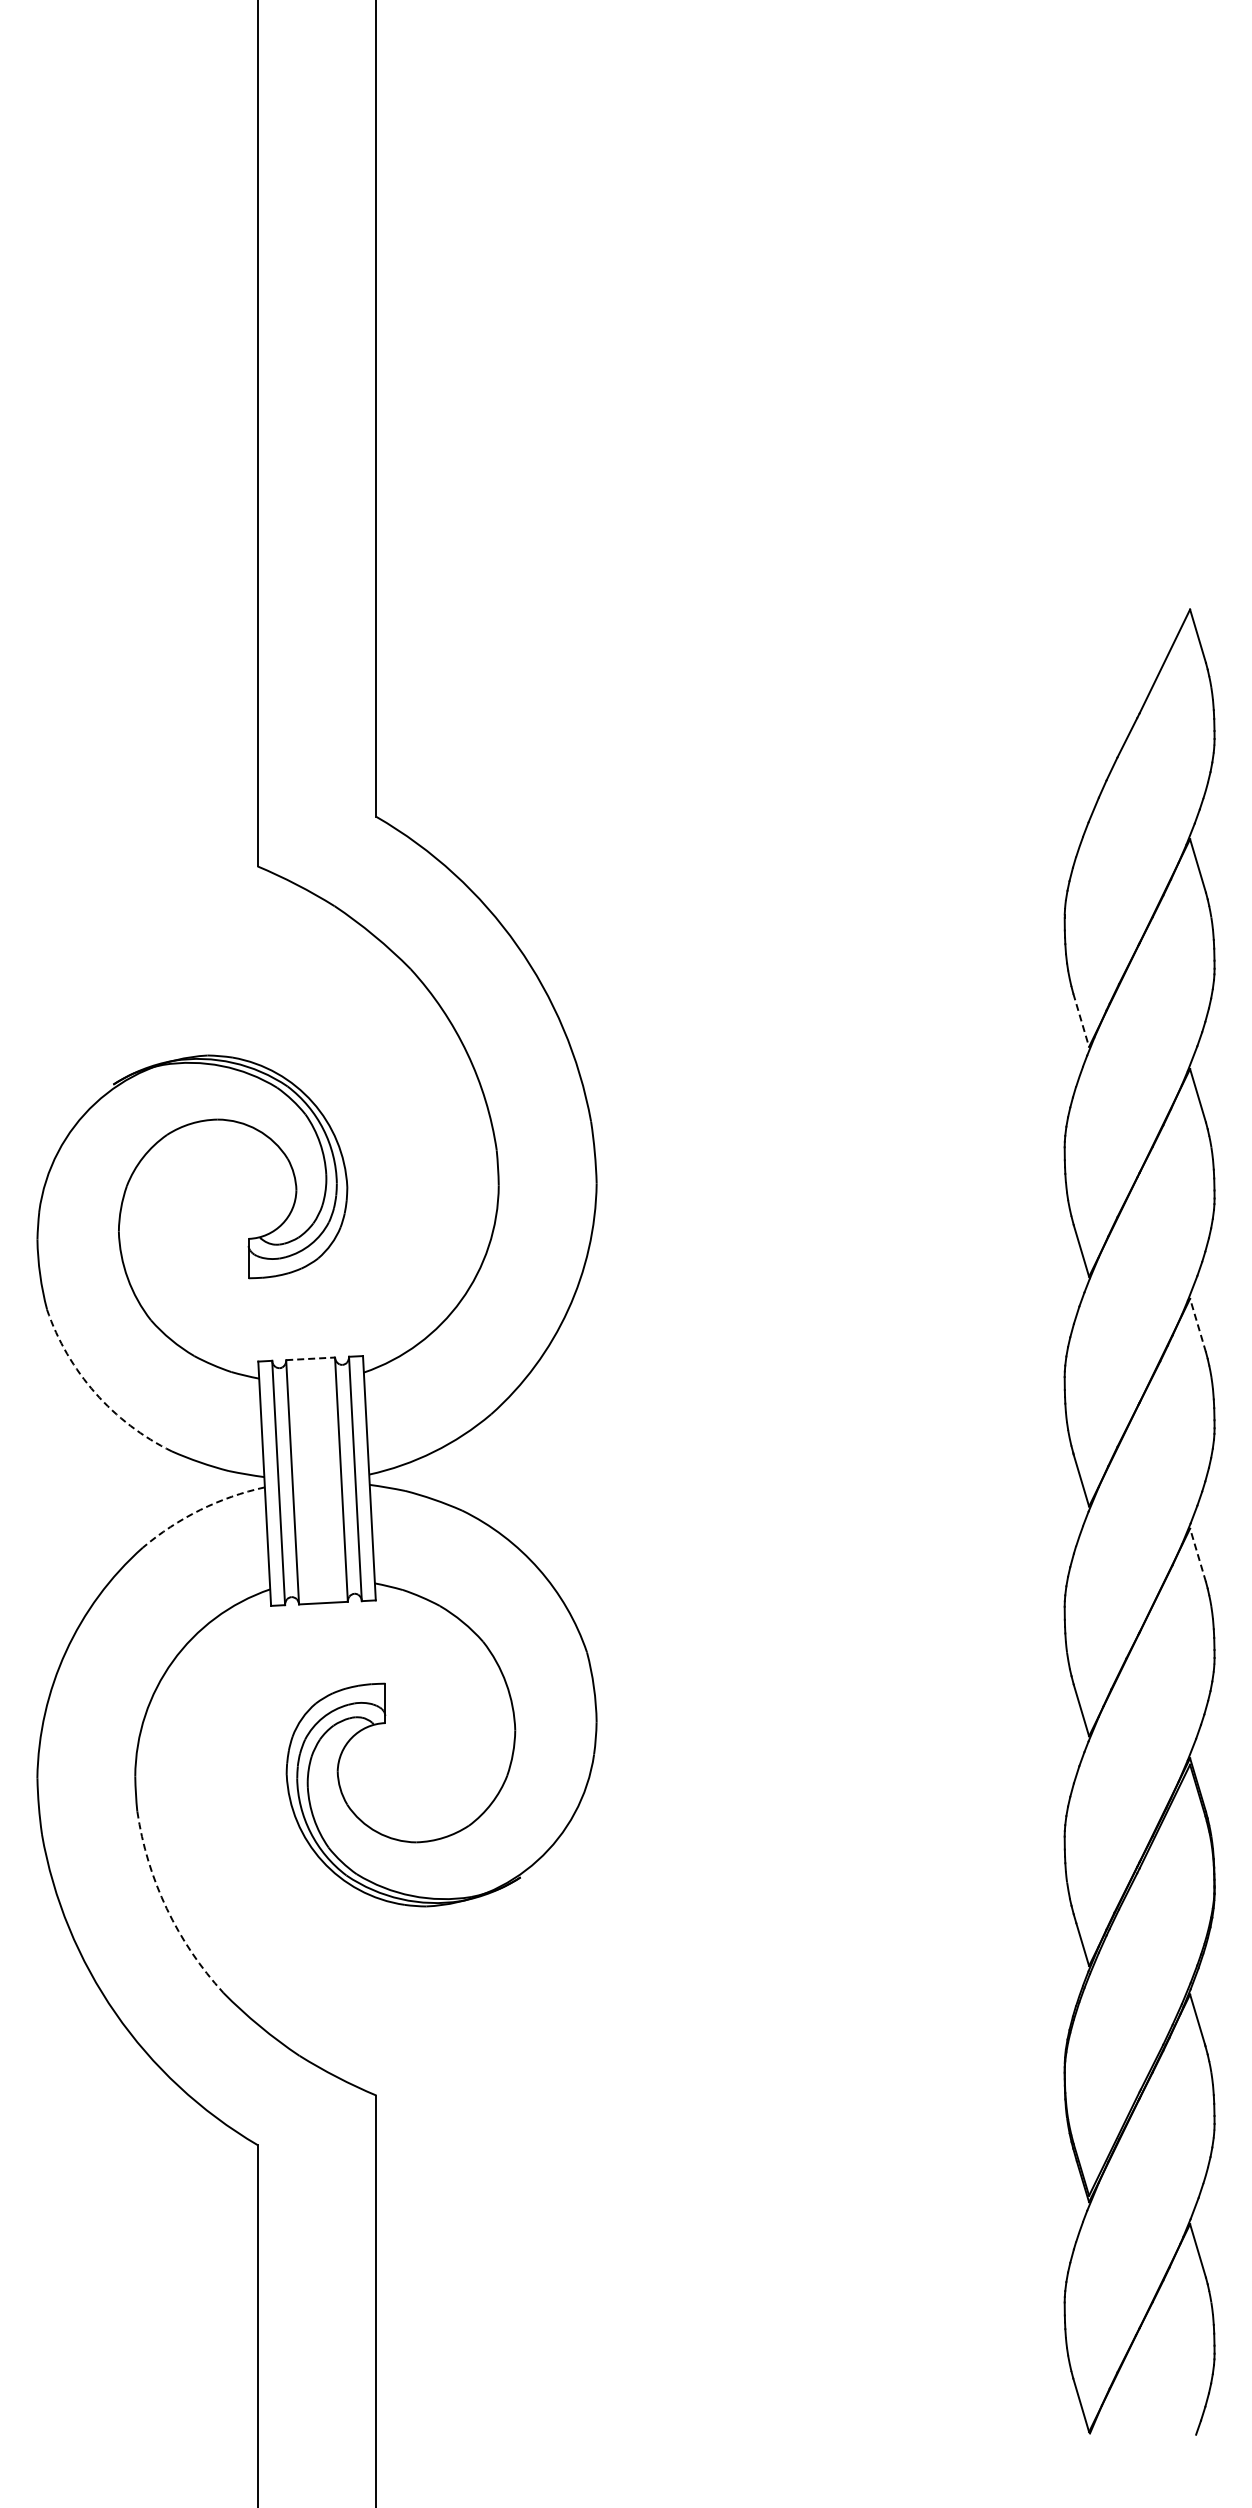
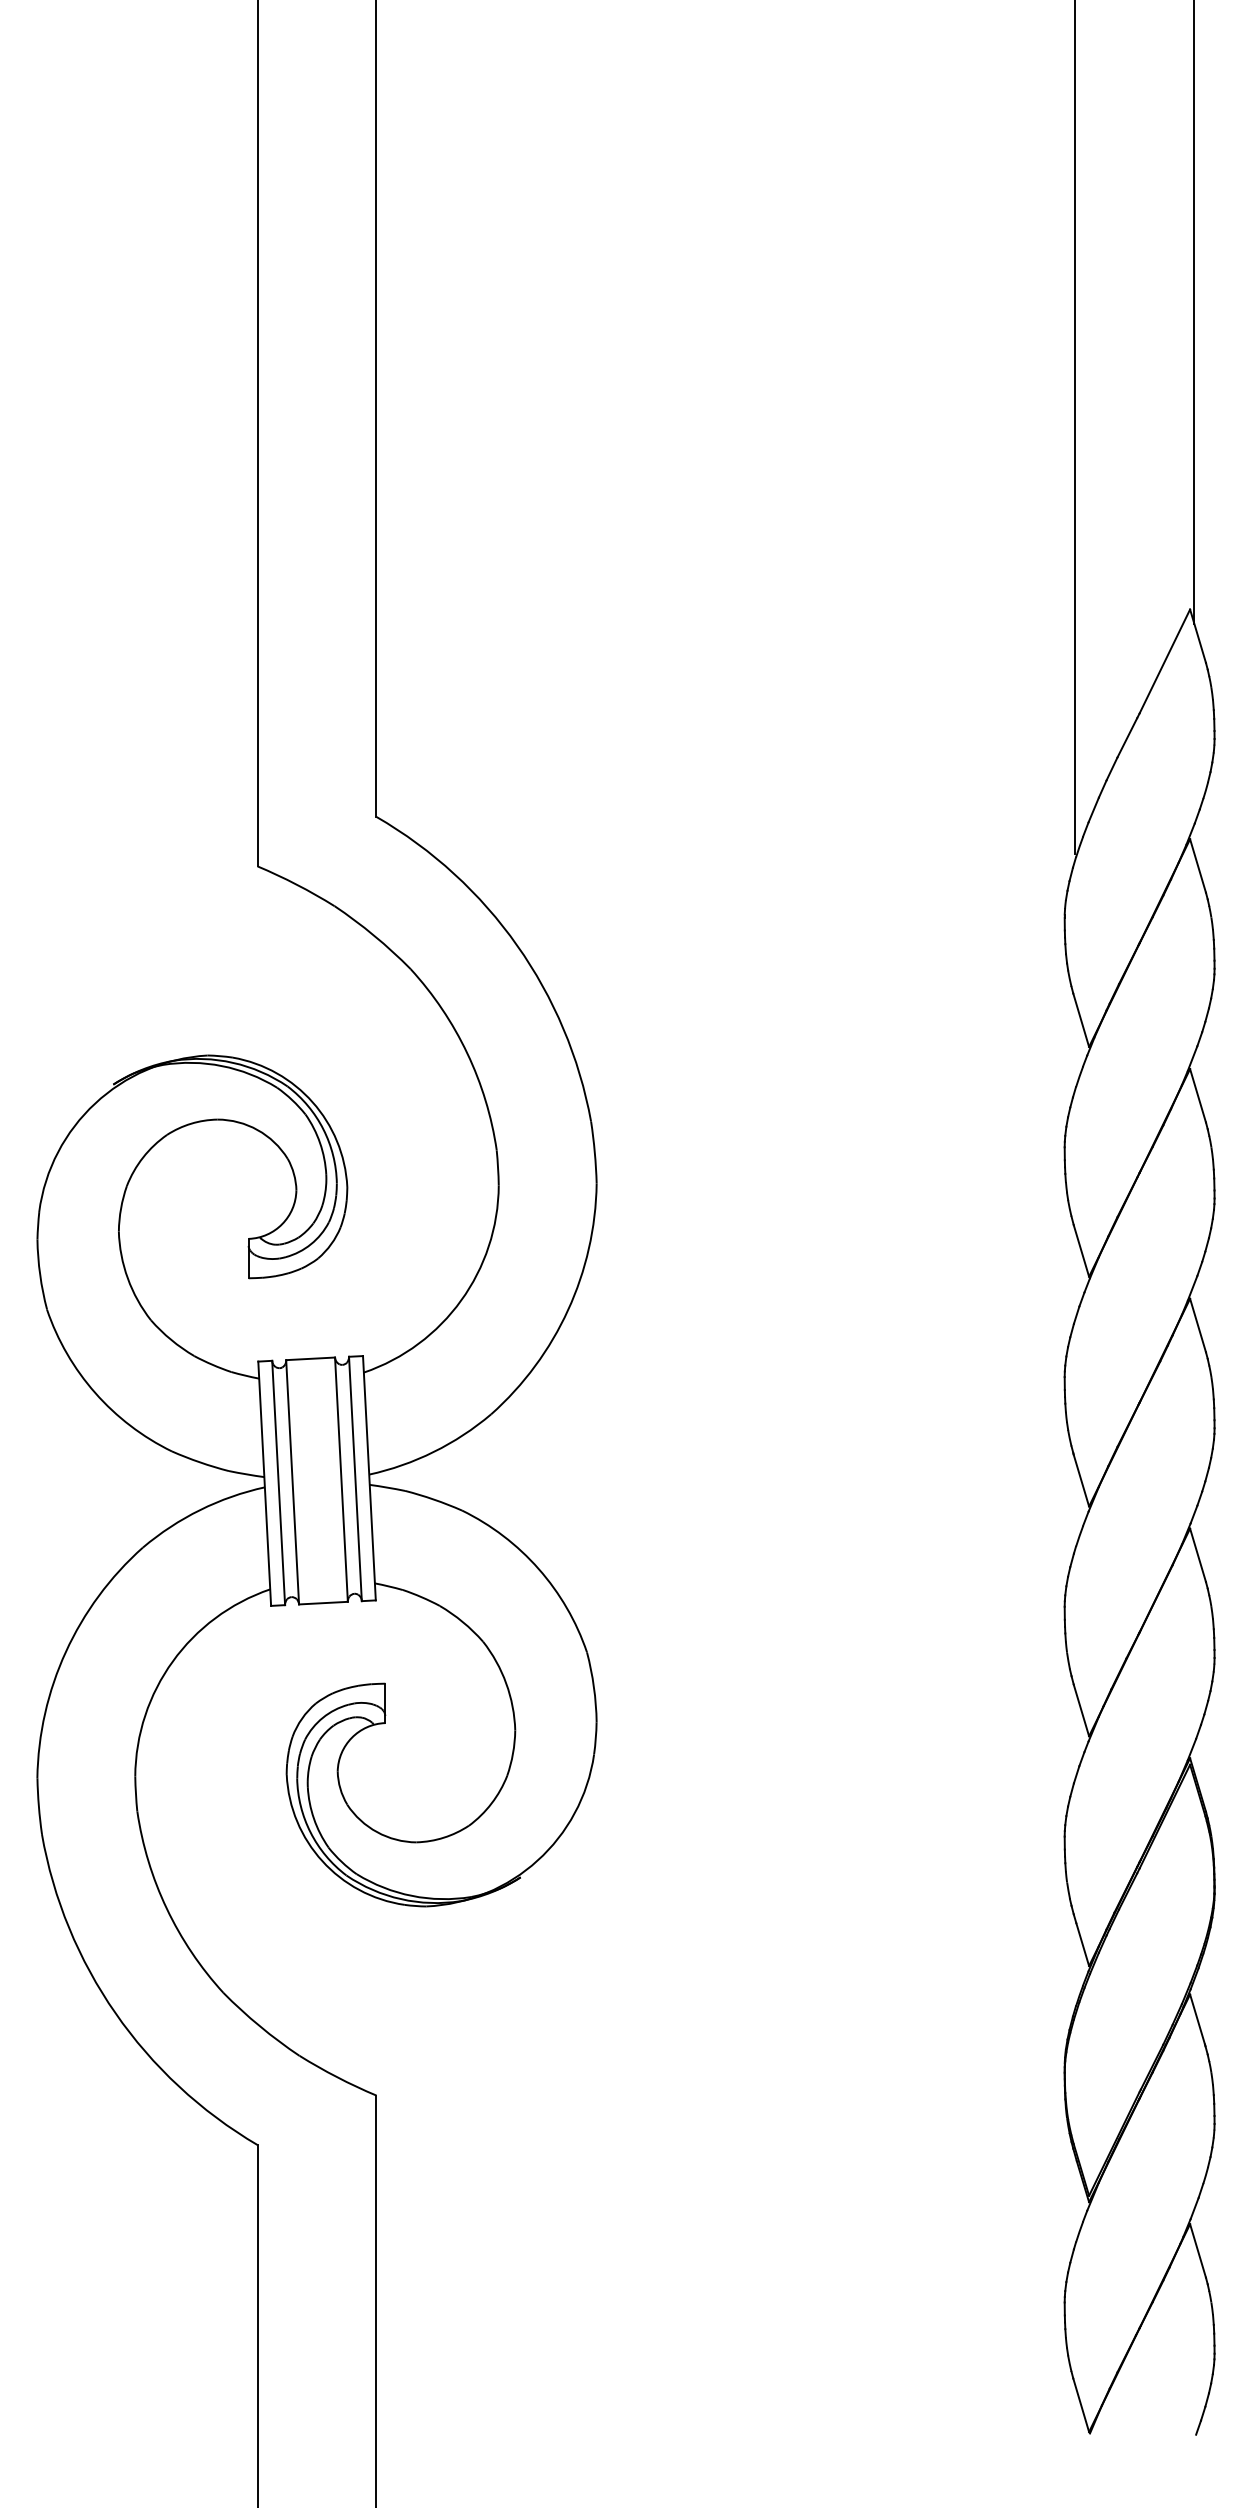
line at (1194, 312): none -> present
line at (1075, 427): none -> present
line at (1081, 1020): dashed -> solid
line at (1198, 1325): dashed -> solid
line at (311, 1358): dashed -> solid
arc at (95, 1393): dashed -> solid
arc at (200, 1510): dashed -> solid
line at (1198, 1555): dashed -> solid
arc at (166, 1908): dashed -> solid
